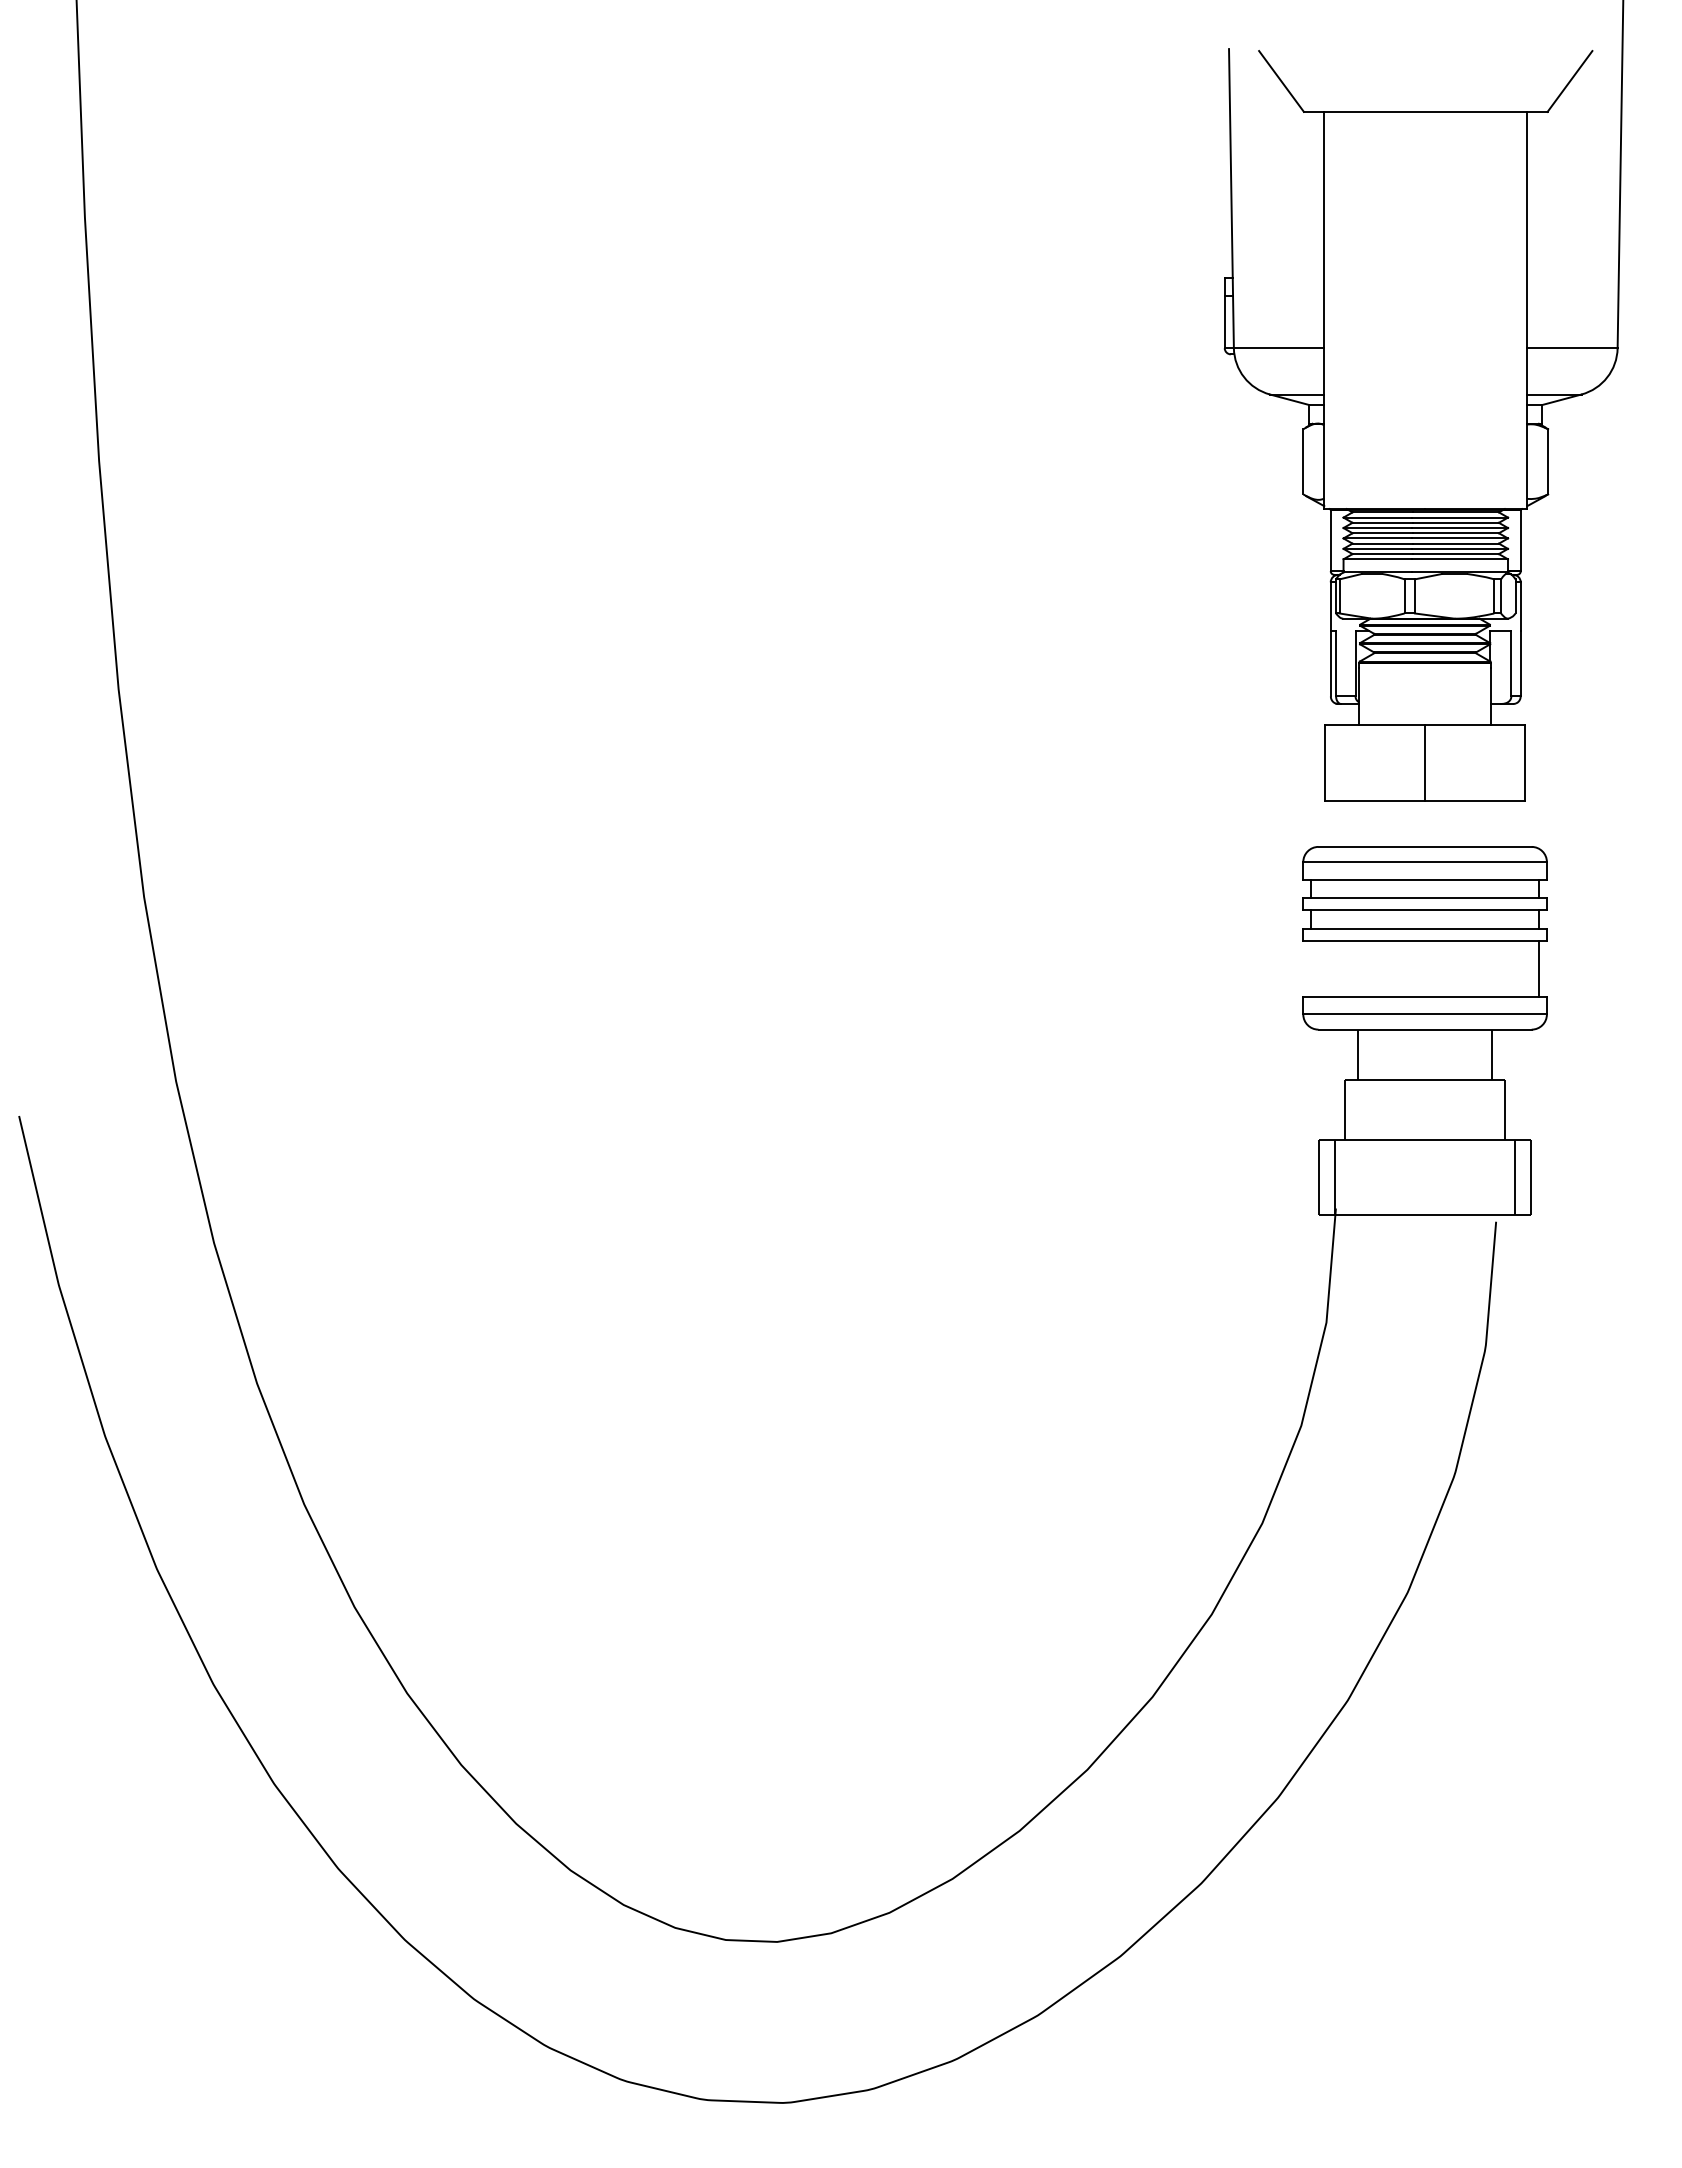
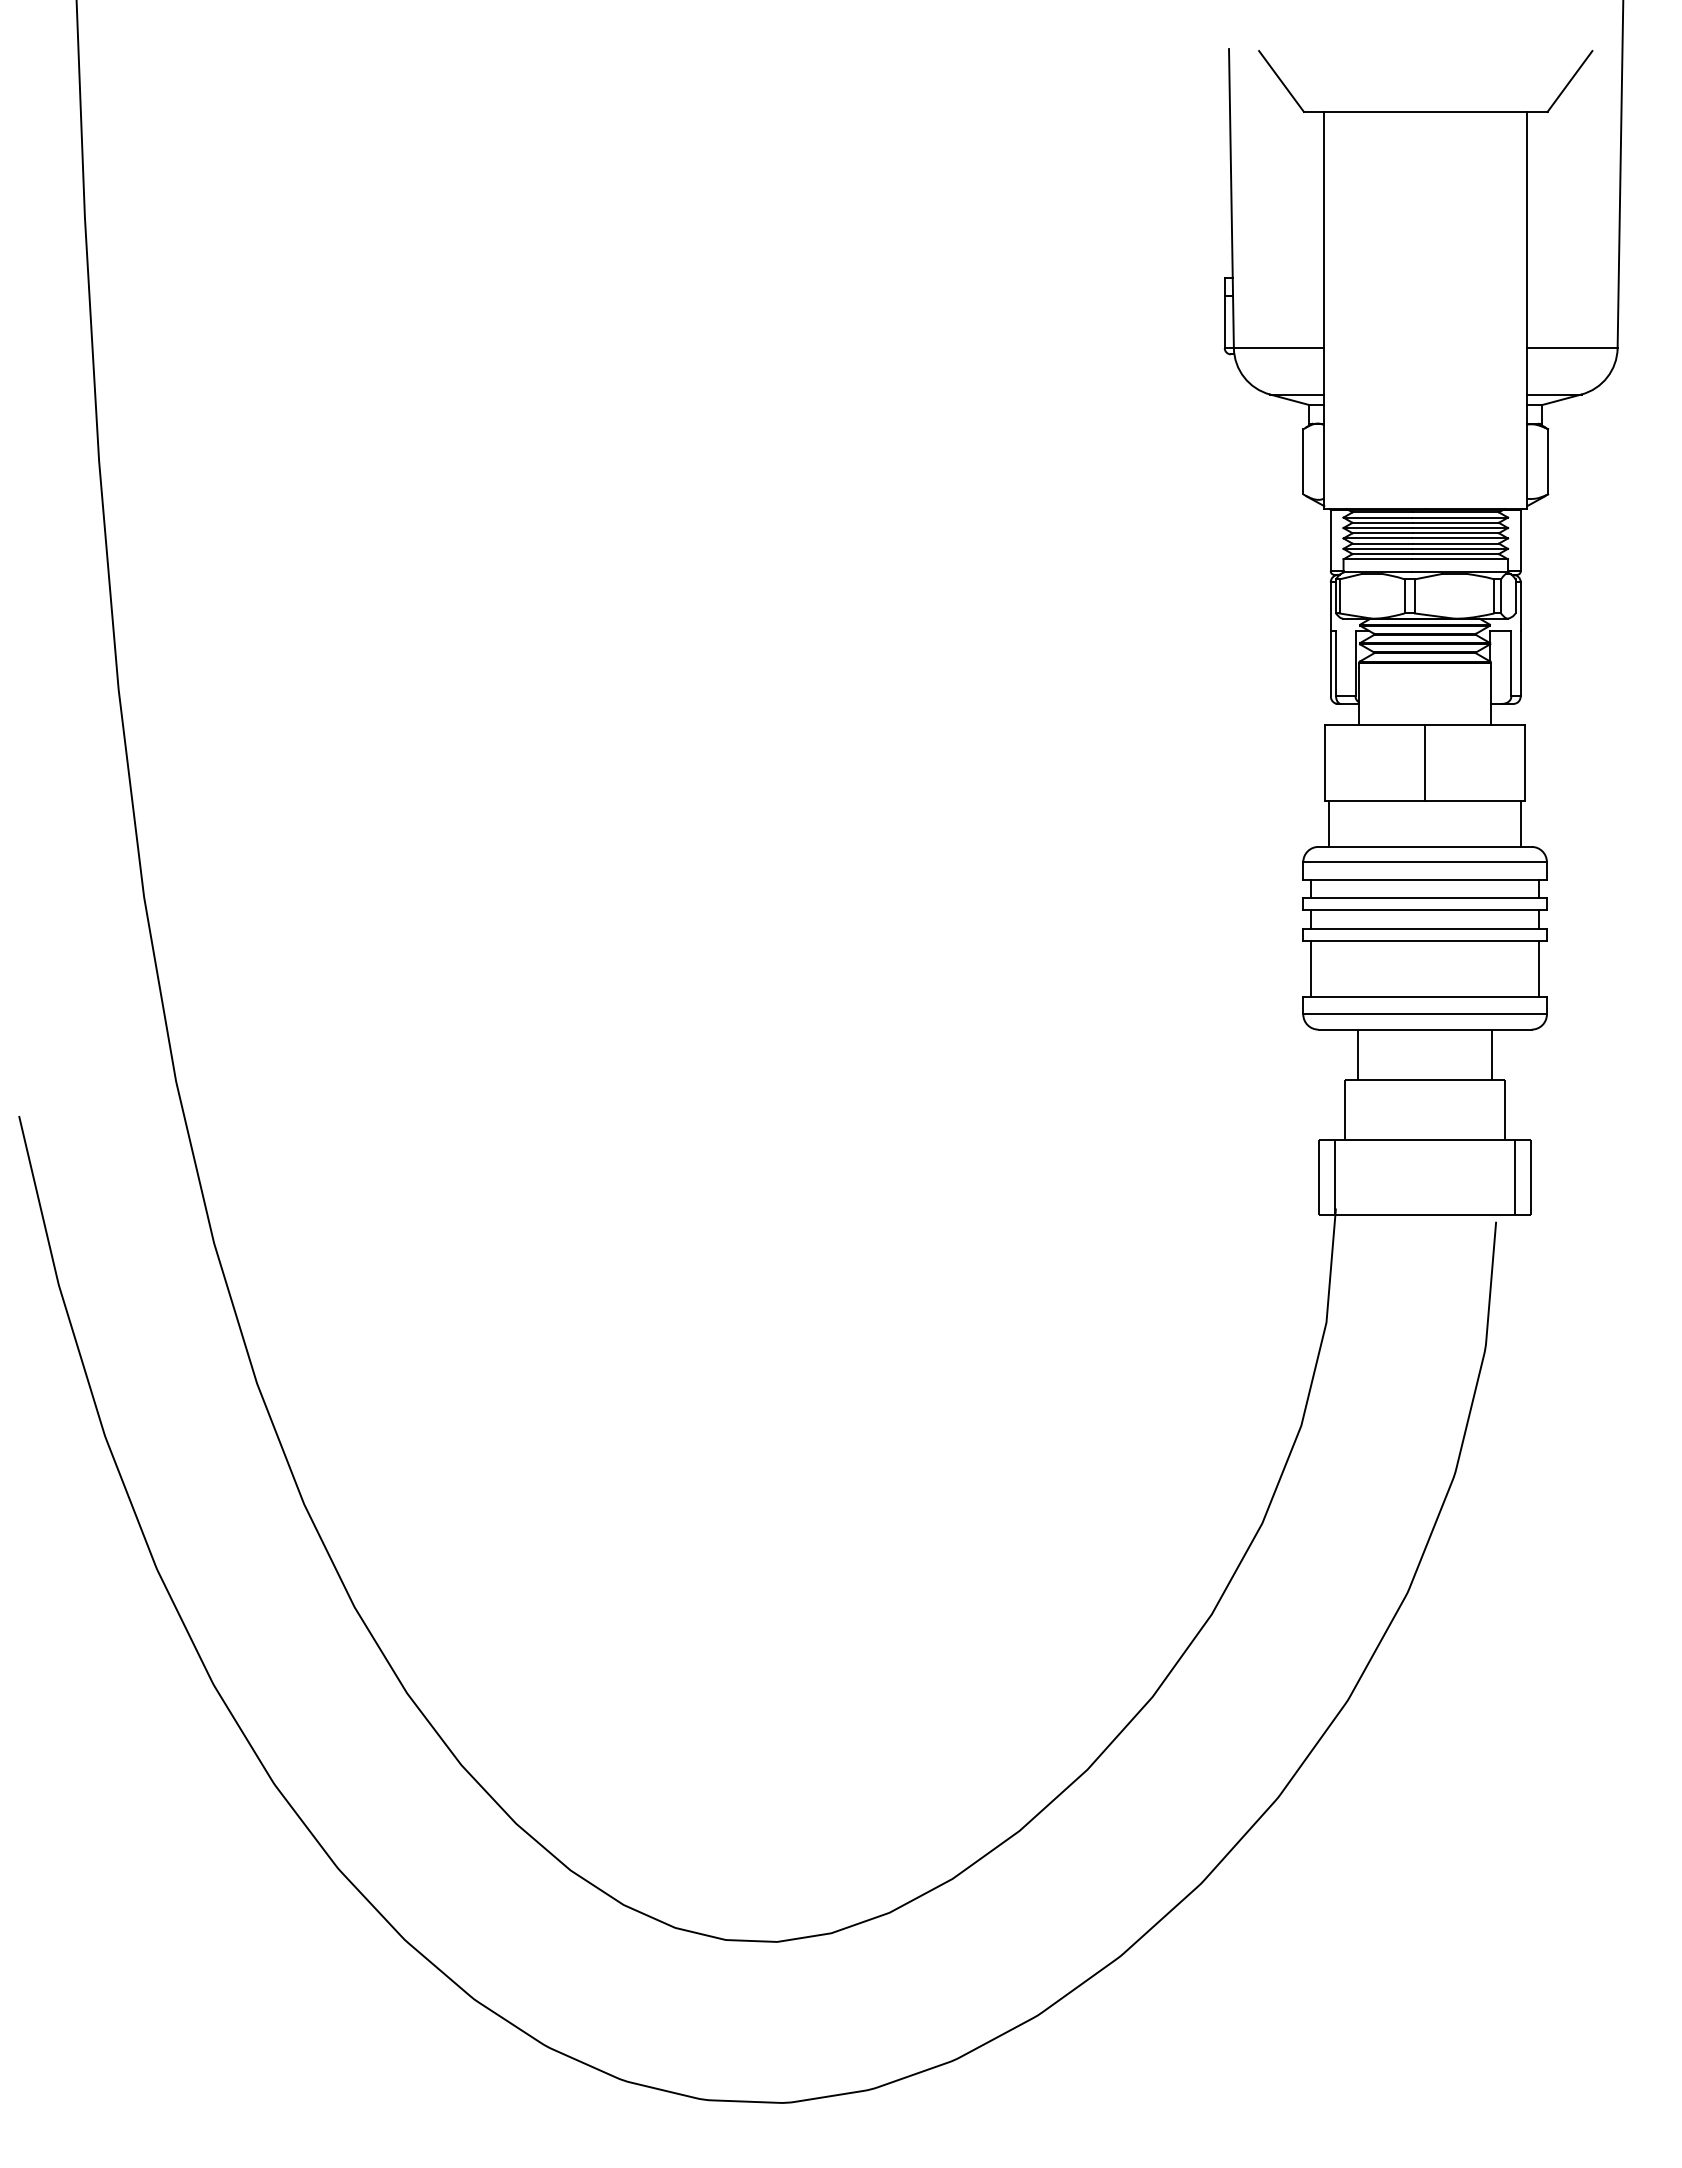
line at (1328, 823): none -> present
line at (1521, 823): none -> present
line at (1311, 968): none -> present
